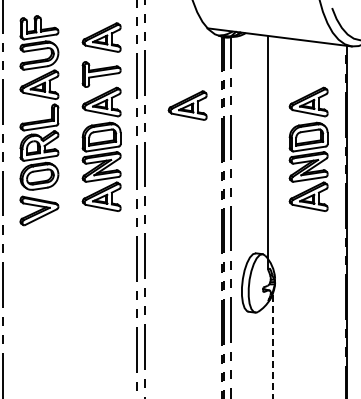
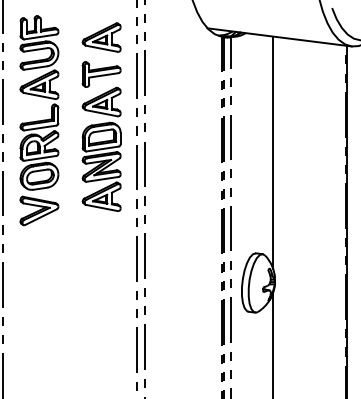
part at (187, 105): present -> none
part at (308, 148): present -> none
line at (268, 152) position: (268, 152) -> (273, 152)
line at (273, 345): dashed -> solid
